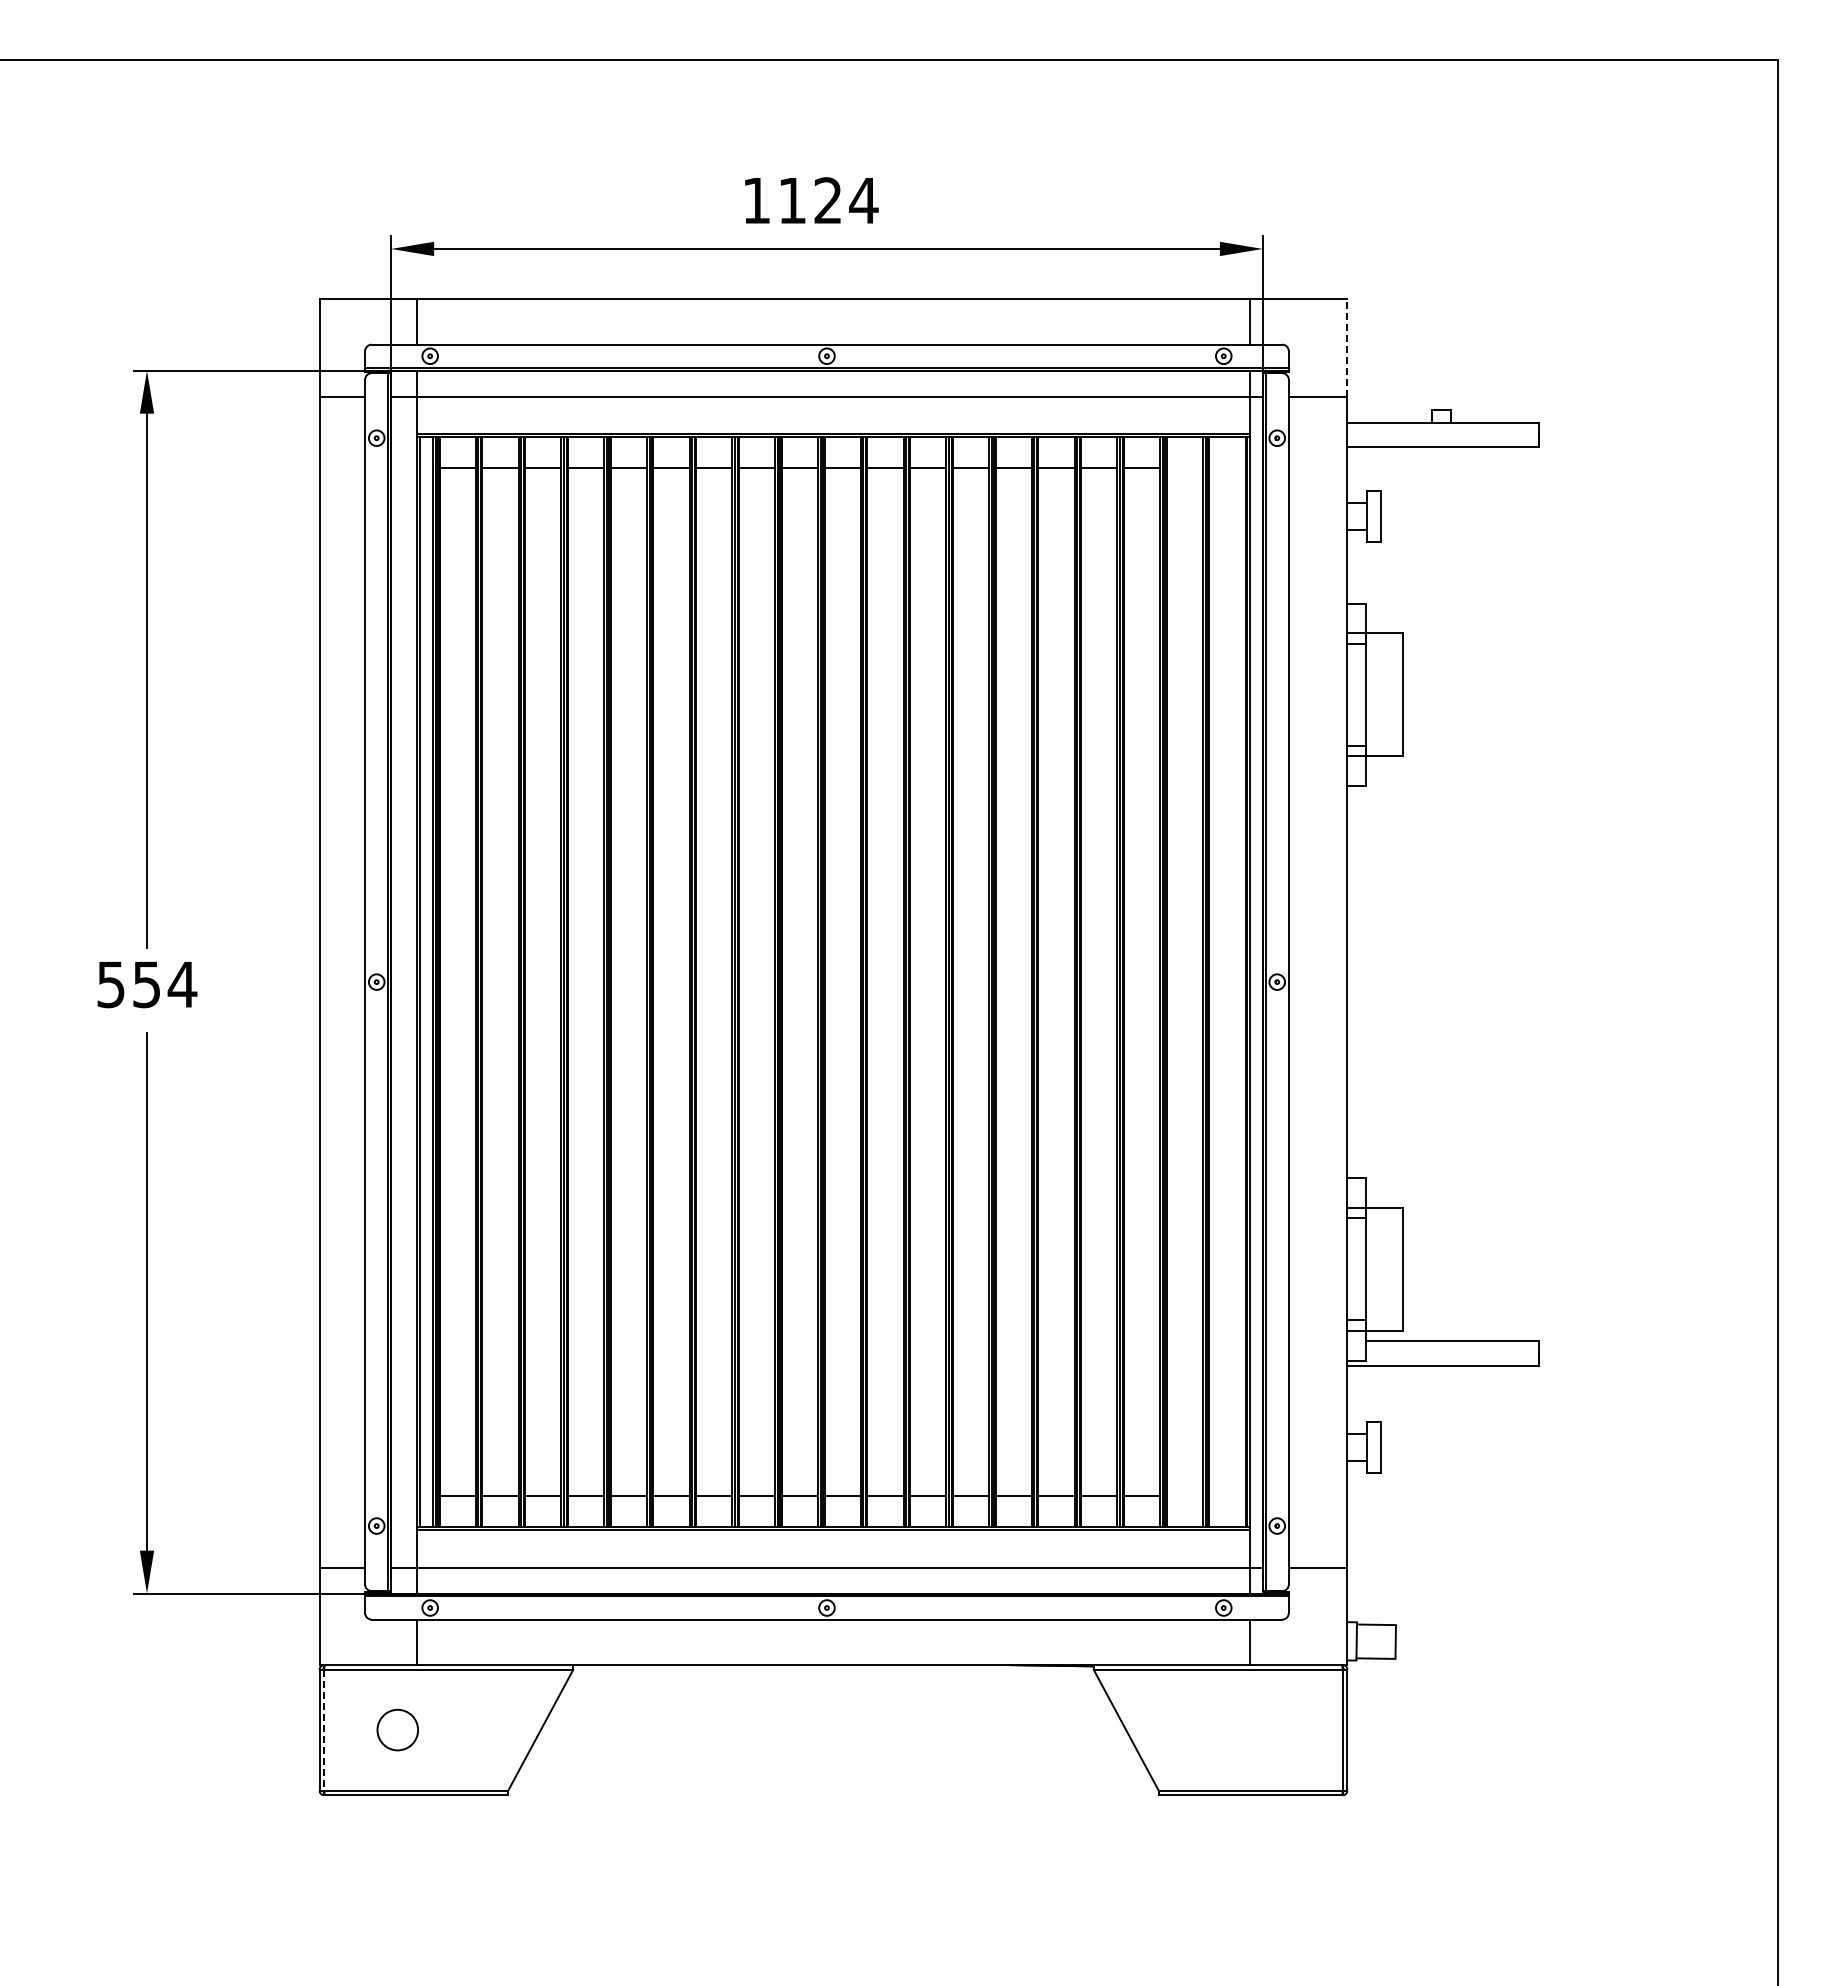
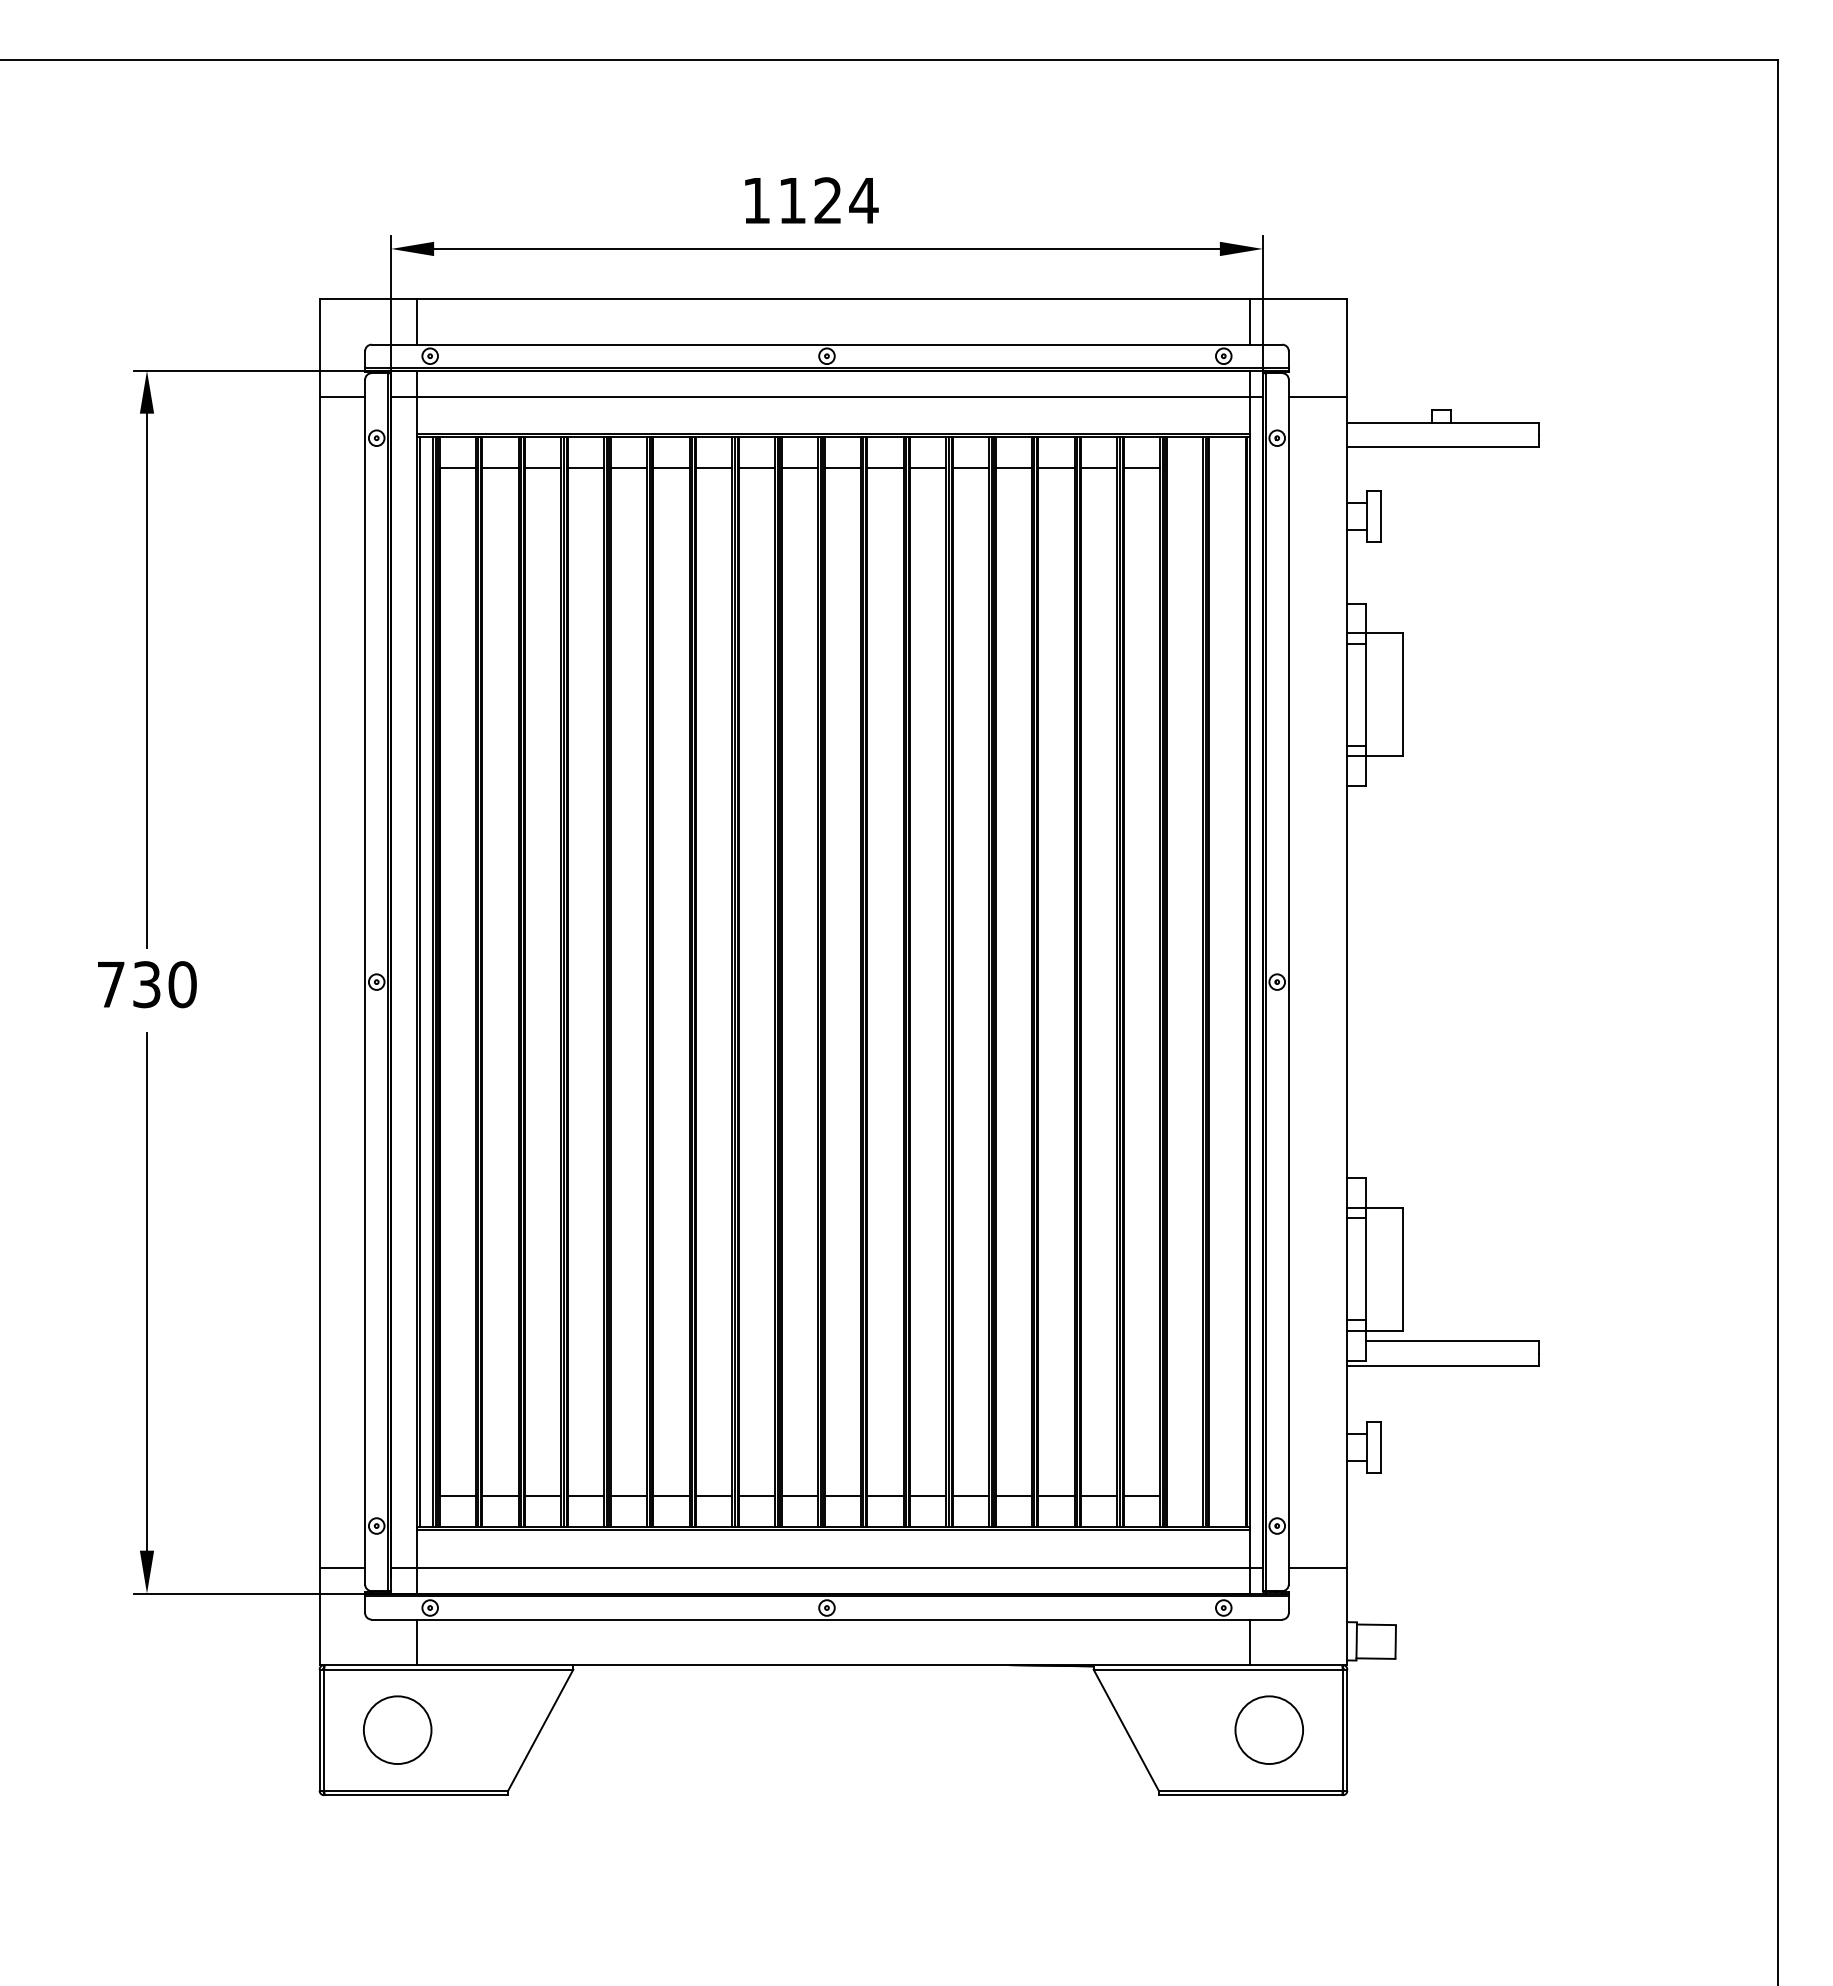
line at (1347, 347): dashed -> solid
text at (147, 984): 554 -> 730
circle at (397, 1729) size: 43x44 px -> 70x70 px
circle at (1268, 1729): none -> present
line at (324, 1730): dashed -> solid
